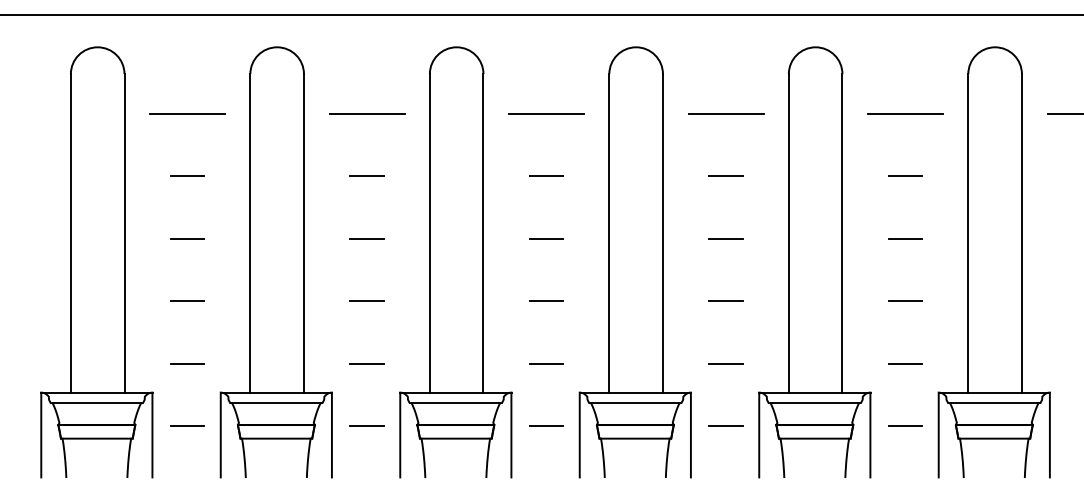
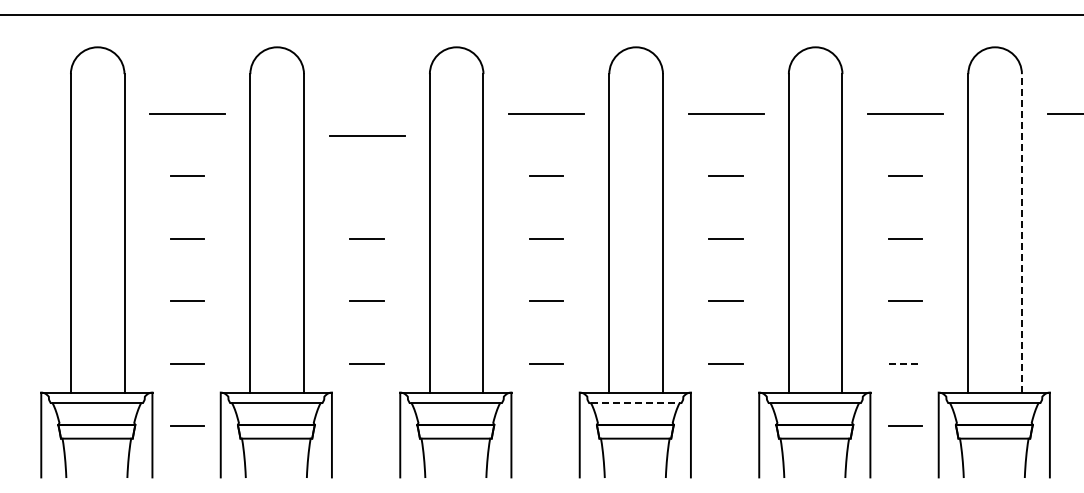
line at (367, 113) position: (367, 113) -> (367, 135)
line at (366, 176): present -> none
line at (1021, 232): solid -> dashed
line at (905, 363): solid -> dashed
line at (635, 403): solid -> dashed
line at (366, 426): present -> none
line at (546, 426): present -> none
line at (725, 426): present -> none
